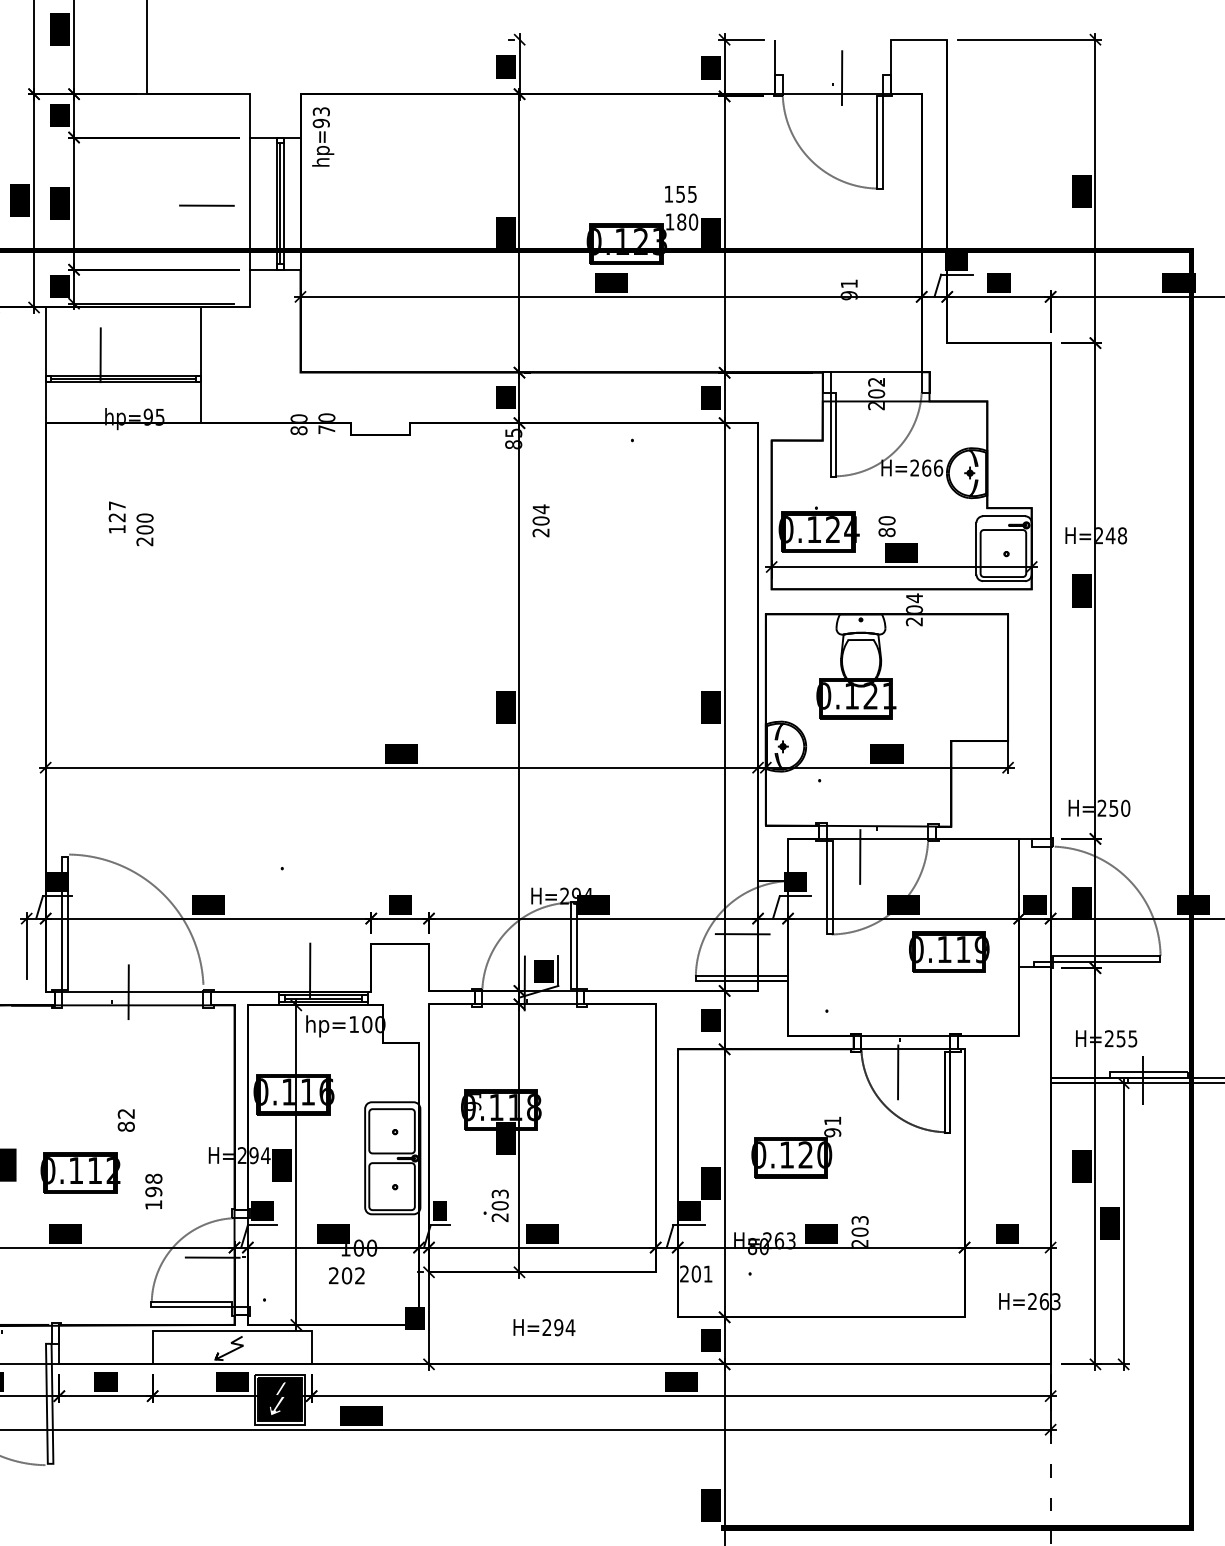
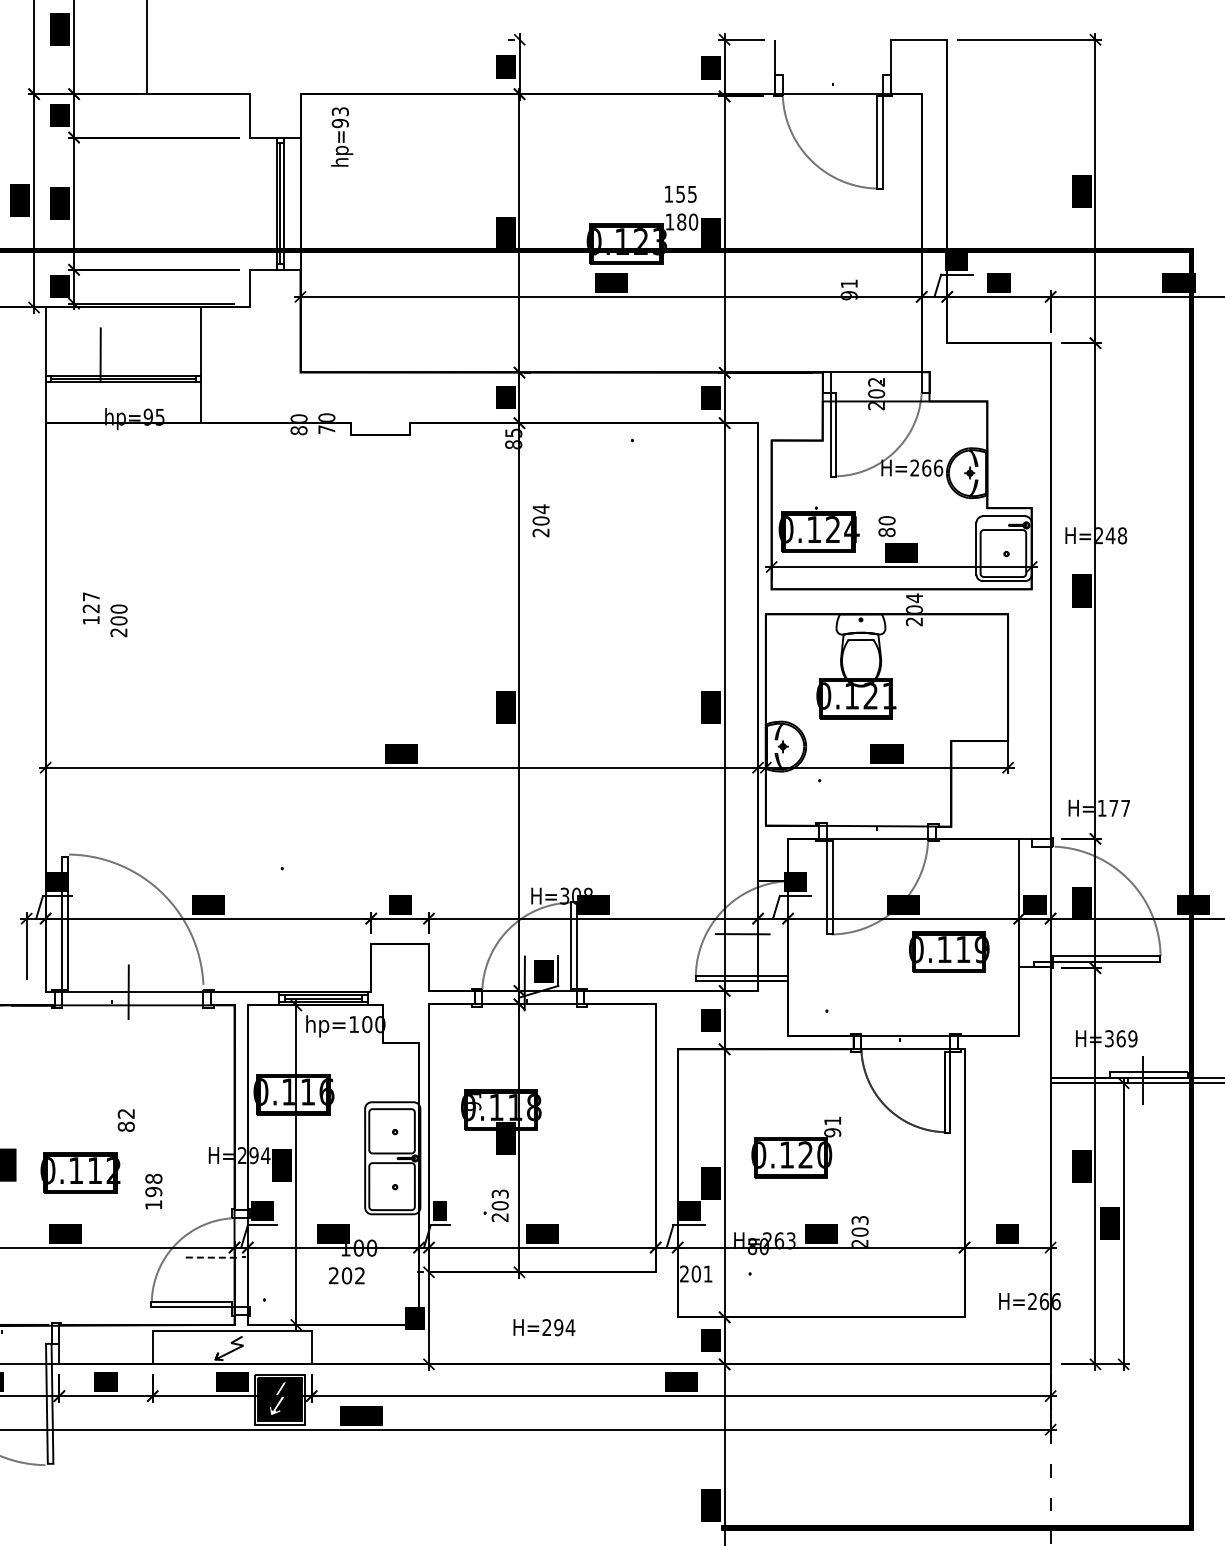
line at (841, 78): present -> none
text at (323, 136) position: (323, 136) -> (342, 136)
line at (250, 203): present -> none
line at (206, 205): present -> none
text at (130, 523) position: (130, 523) -> (104, 614)
text at (1113, 807): H=250 -> H=177
line at (860, 856): present -> none
text at (576, 895): H=294 -> H=308
line at (310, 970): present -> none
text at (1121, 1038): H=255 -> H=369
line at (898, 1072): present -> none
line at (212, 1257): solid -> dashed
text at (1056, 1301): H=263 -> H=266
